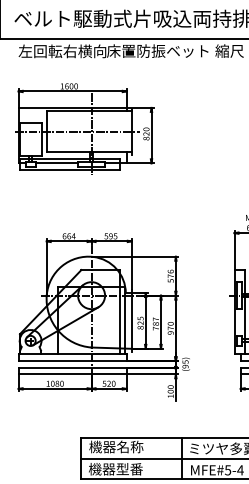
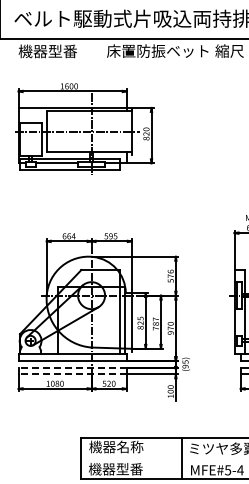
text at (62, 51): 左回転右横向 -> 機器型番
line at (72, 367): solid -> dashed
line at (72, 374): solid -> dashed
line at (162, 458): present -> none
